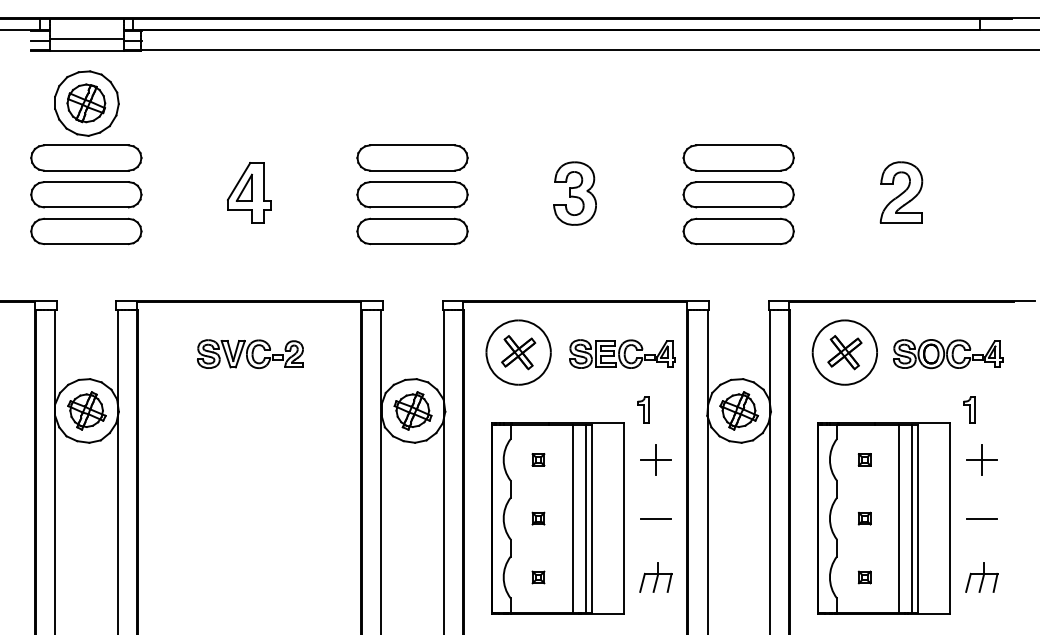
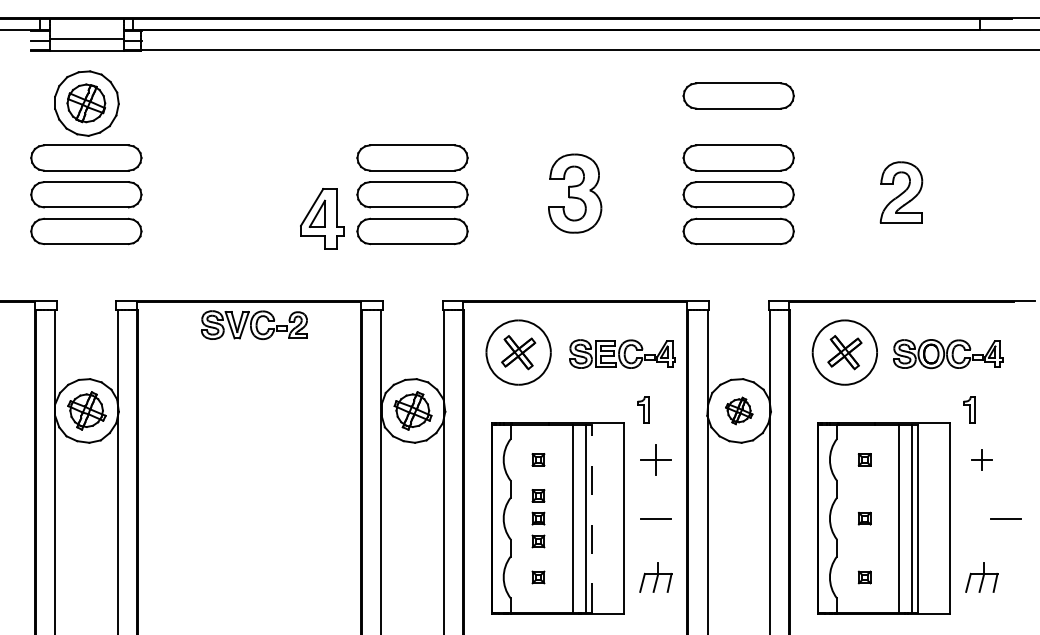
part at (738, 95): none -> present
part at (249, 192) position: (249, 192) -> (322, 218)
part at (574, 193) size: 44x65 px -> 55x81 px
part at (250, 353) position: (250, 353) -> (254, 324)
part at (739, 410) size: 41x40 px -> 29x30 px
part at (981, 459) size: 32x32 px -> 22x22 px
part at (538, 495): none -> present
line at (591, 518): solid -> dashed
line at (981, 518) position: (981, 518) -> (1005, 518)
part at (538, 541): none -> present
